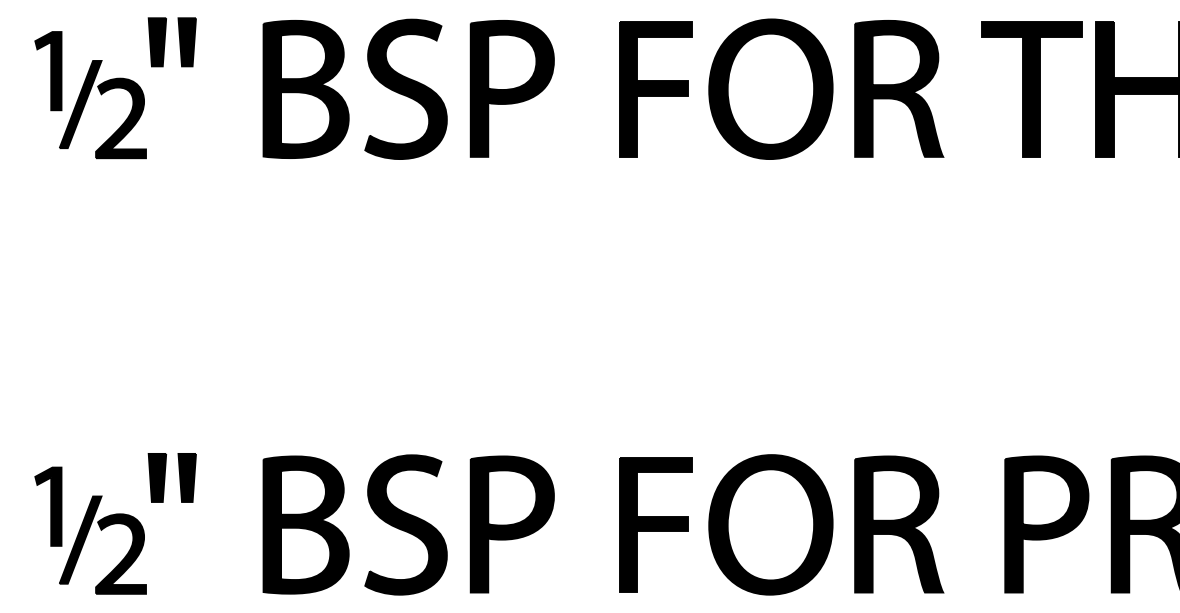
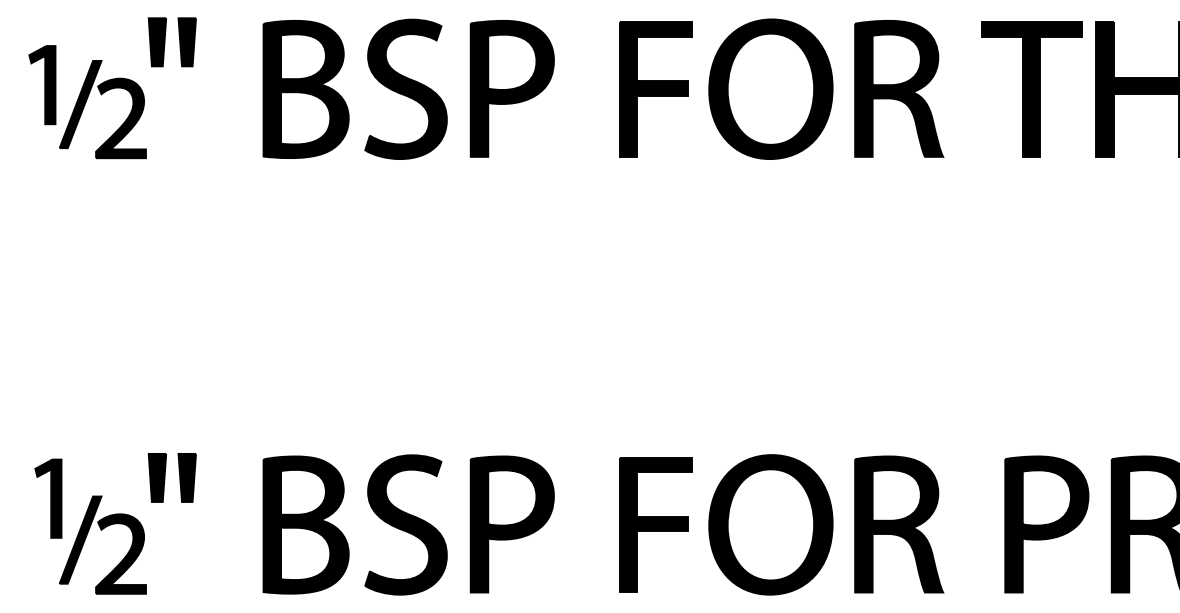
part at (48, 71) position: (48, 71) -> (42, 85)
part at (48, 506) position: (48, 506) -> (48, 498)
